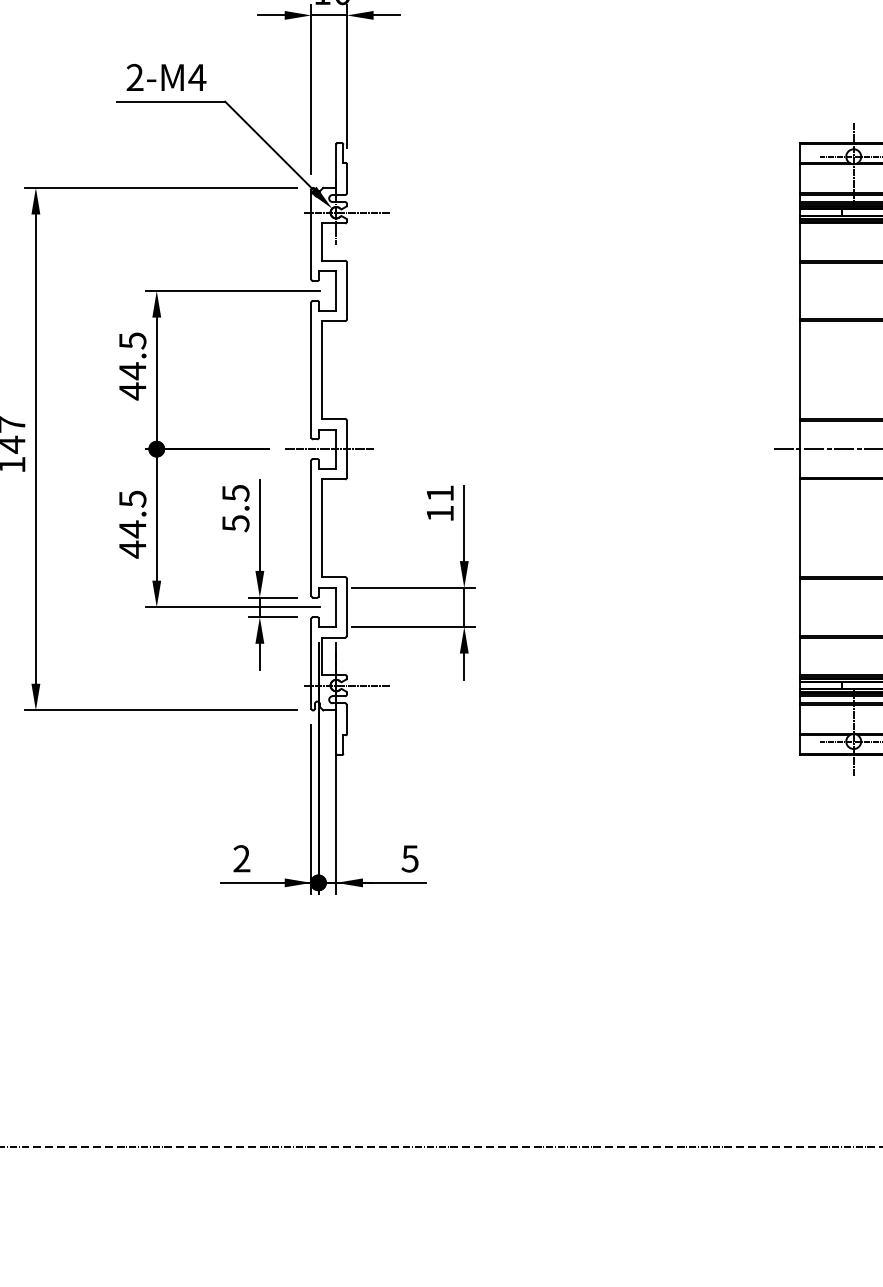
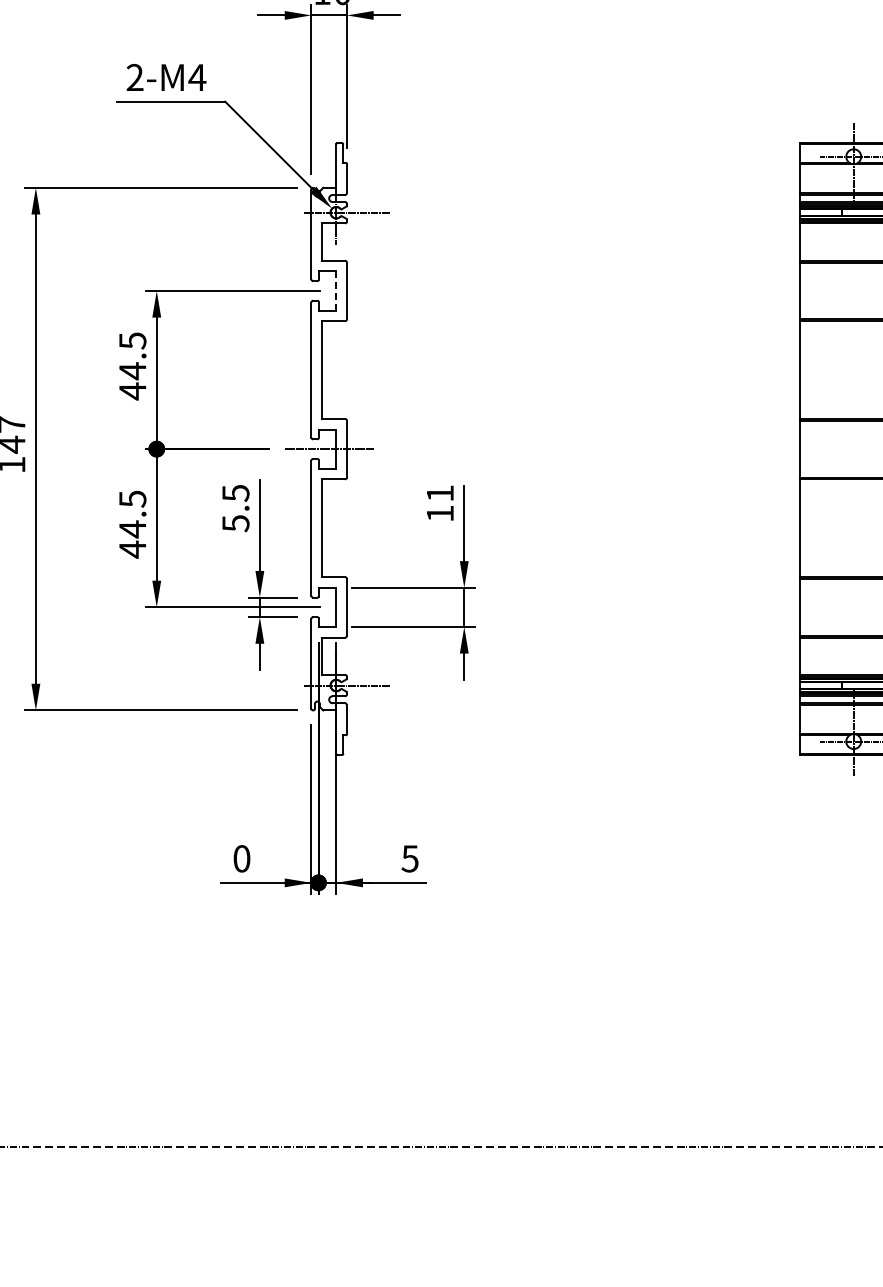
line at (336, 290): solid -> dashed
line at (826, 449): present -> none
text at (241, 858): 2 -> 0
